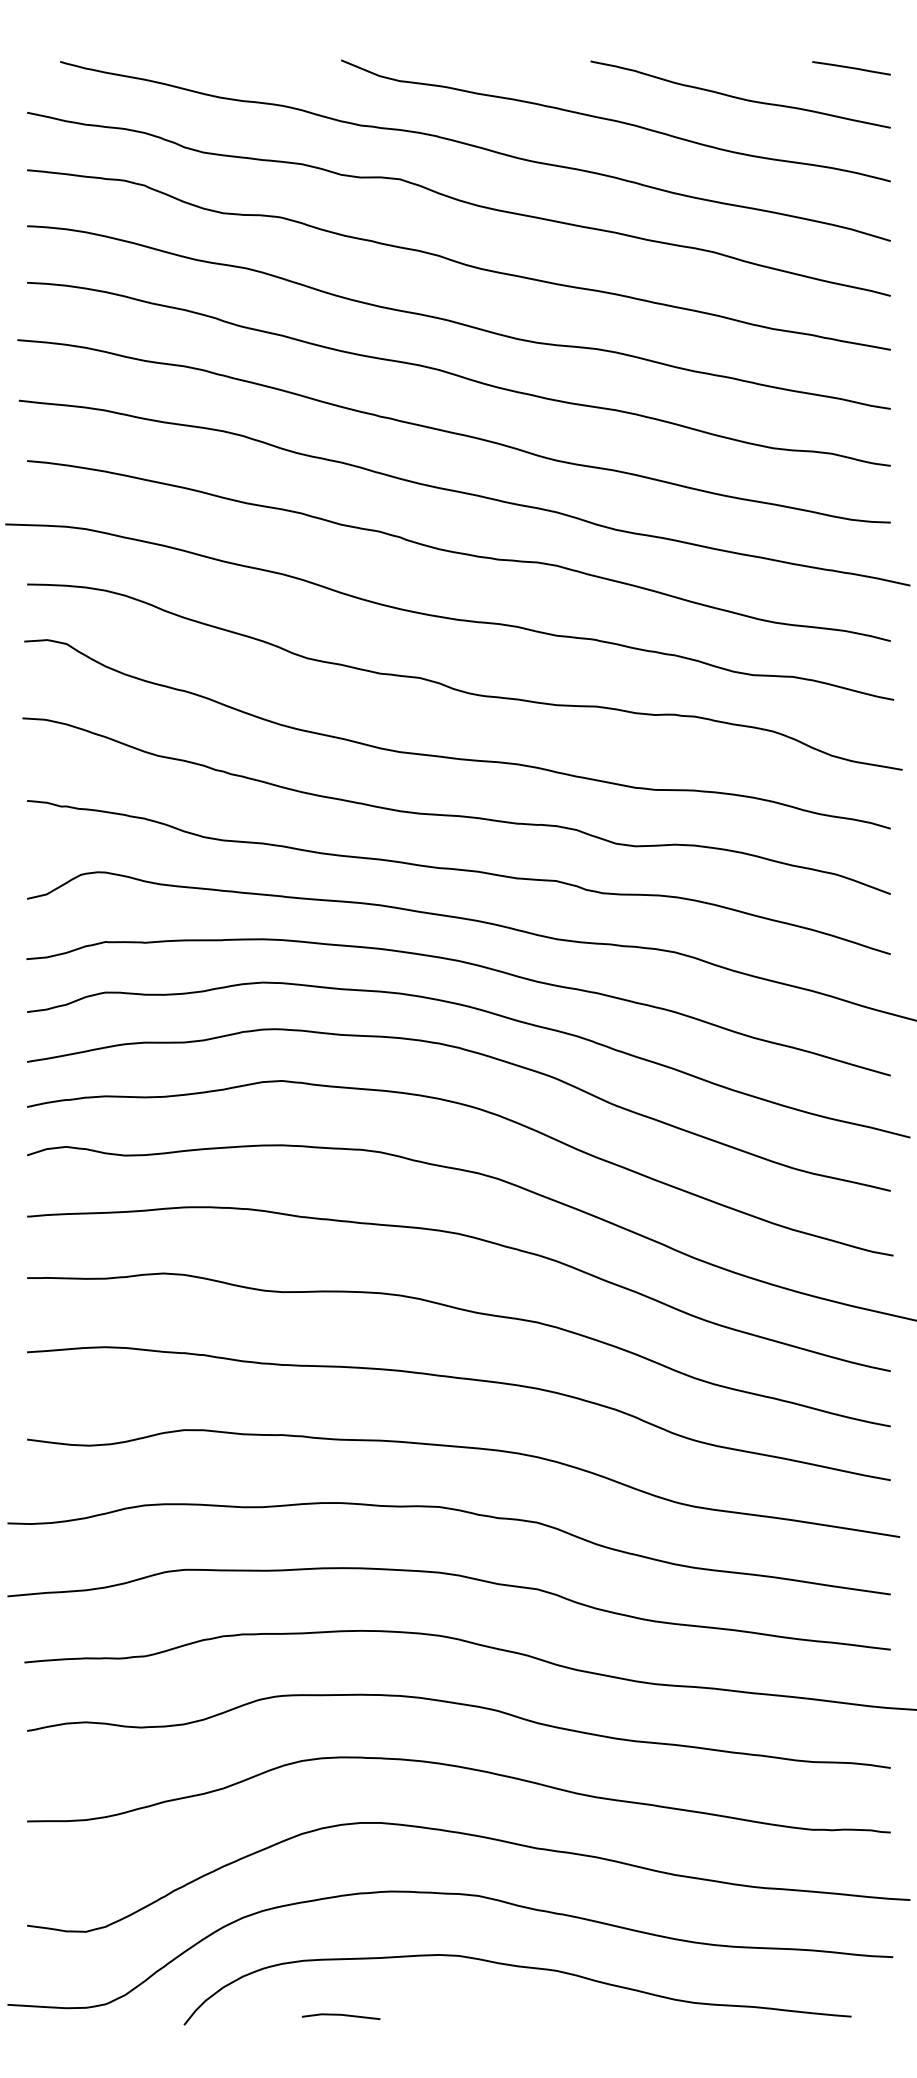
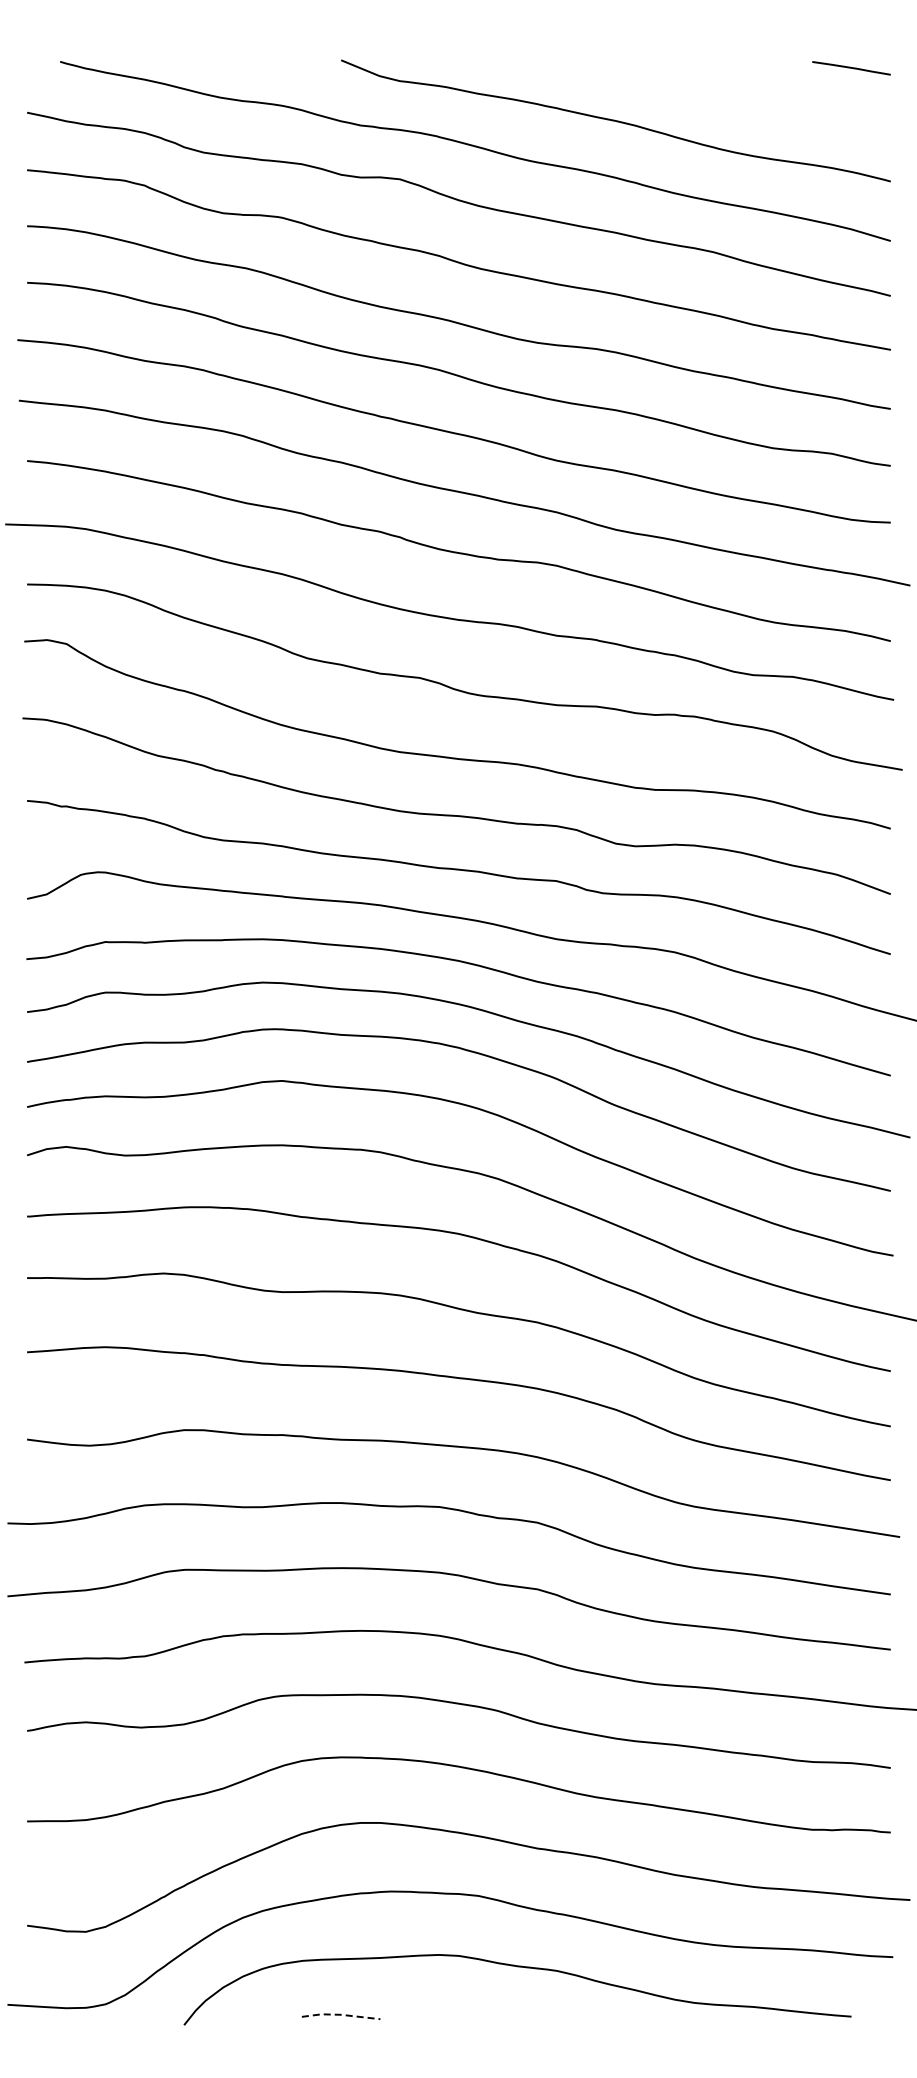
curve at (740, 97): present -> none
line at (341, 2014): solid -> dashed
